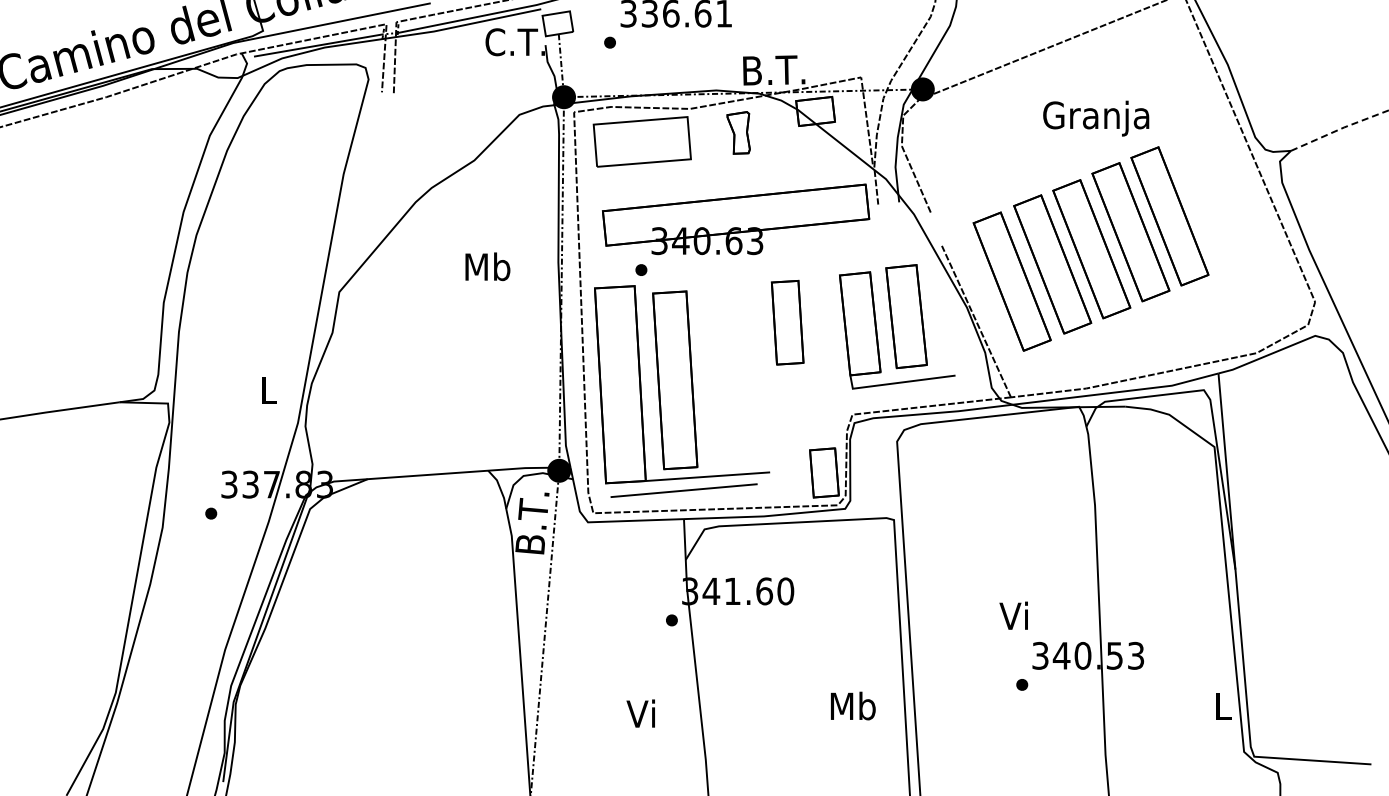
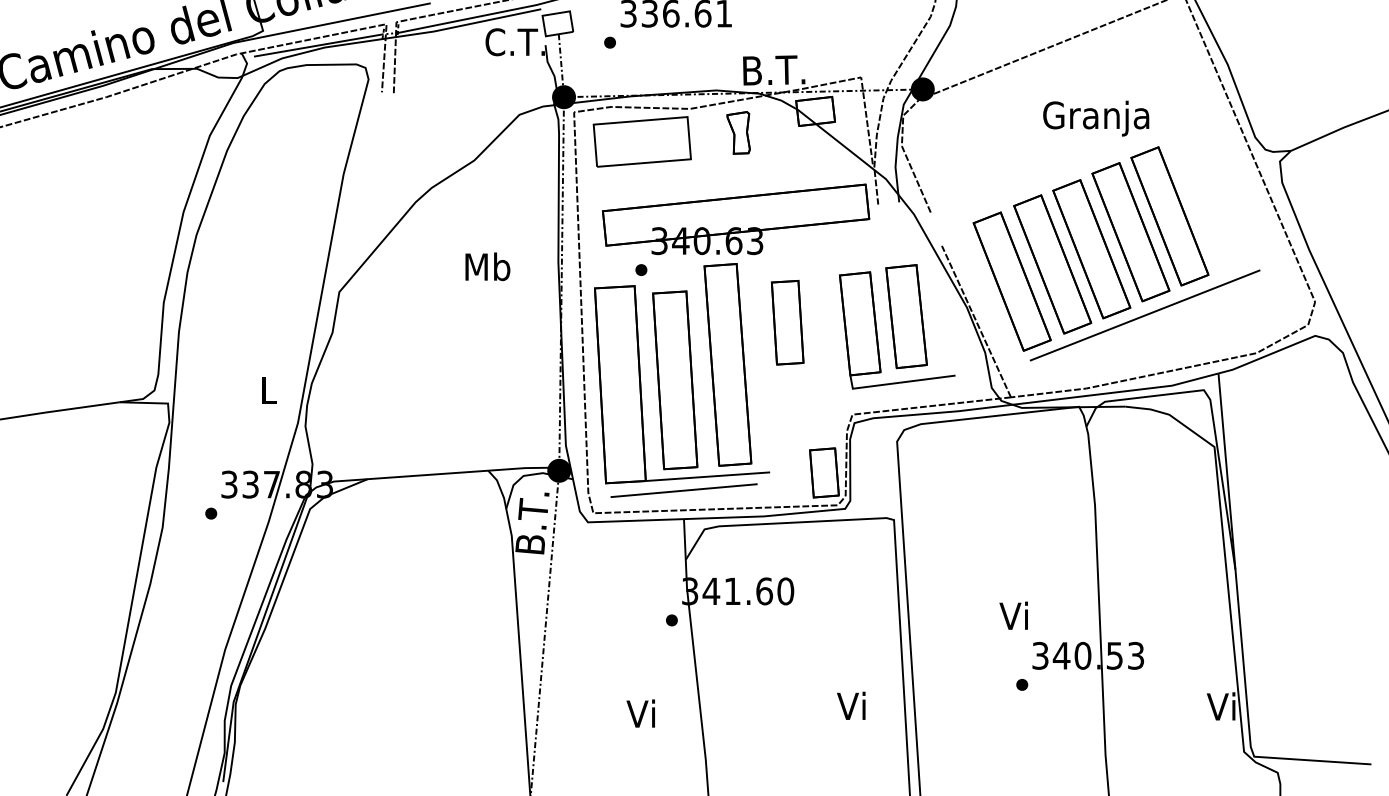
line at (1339, 129): dashed -> solid
line at (1144, 315): none -> present
part at (727, 364): none -> present
text at (852, 705): Mb -> Vi
text at (1220, 706): L -> Vi
